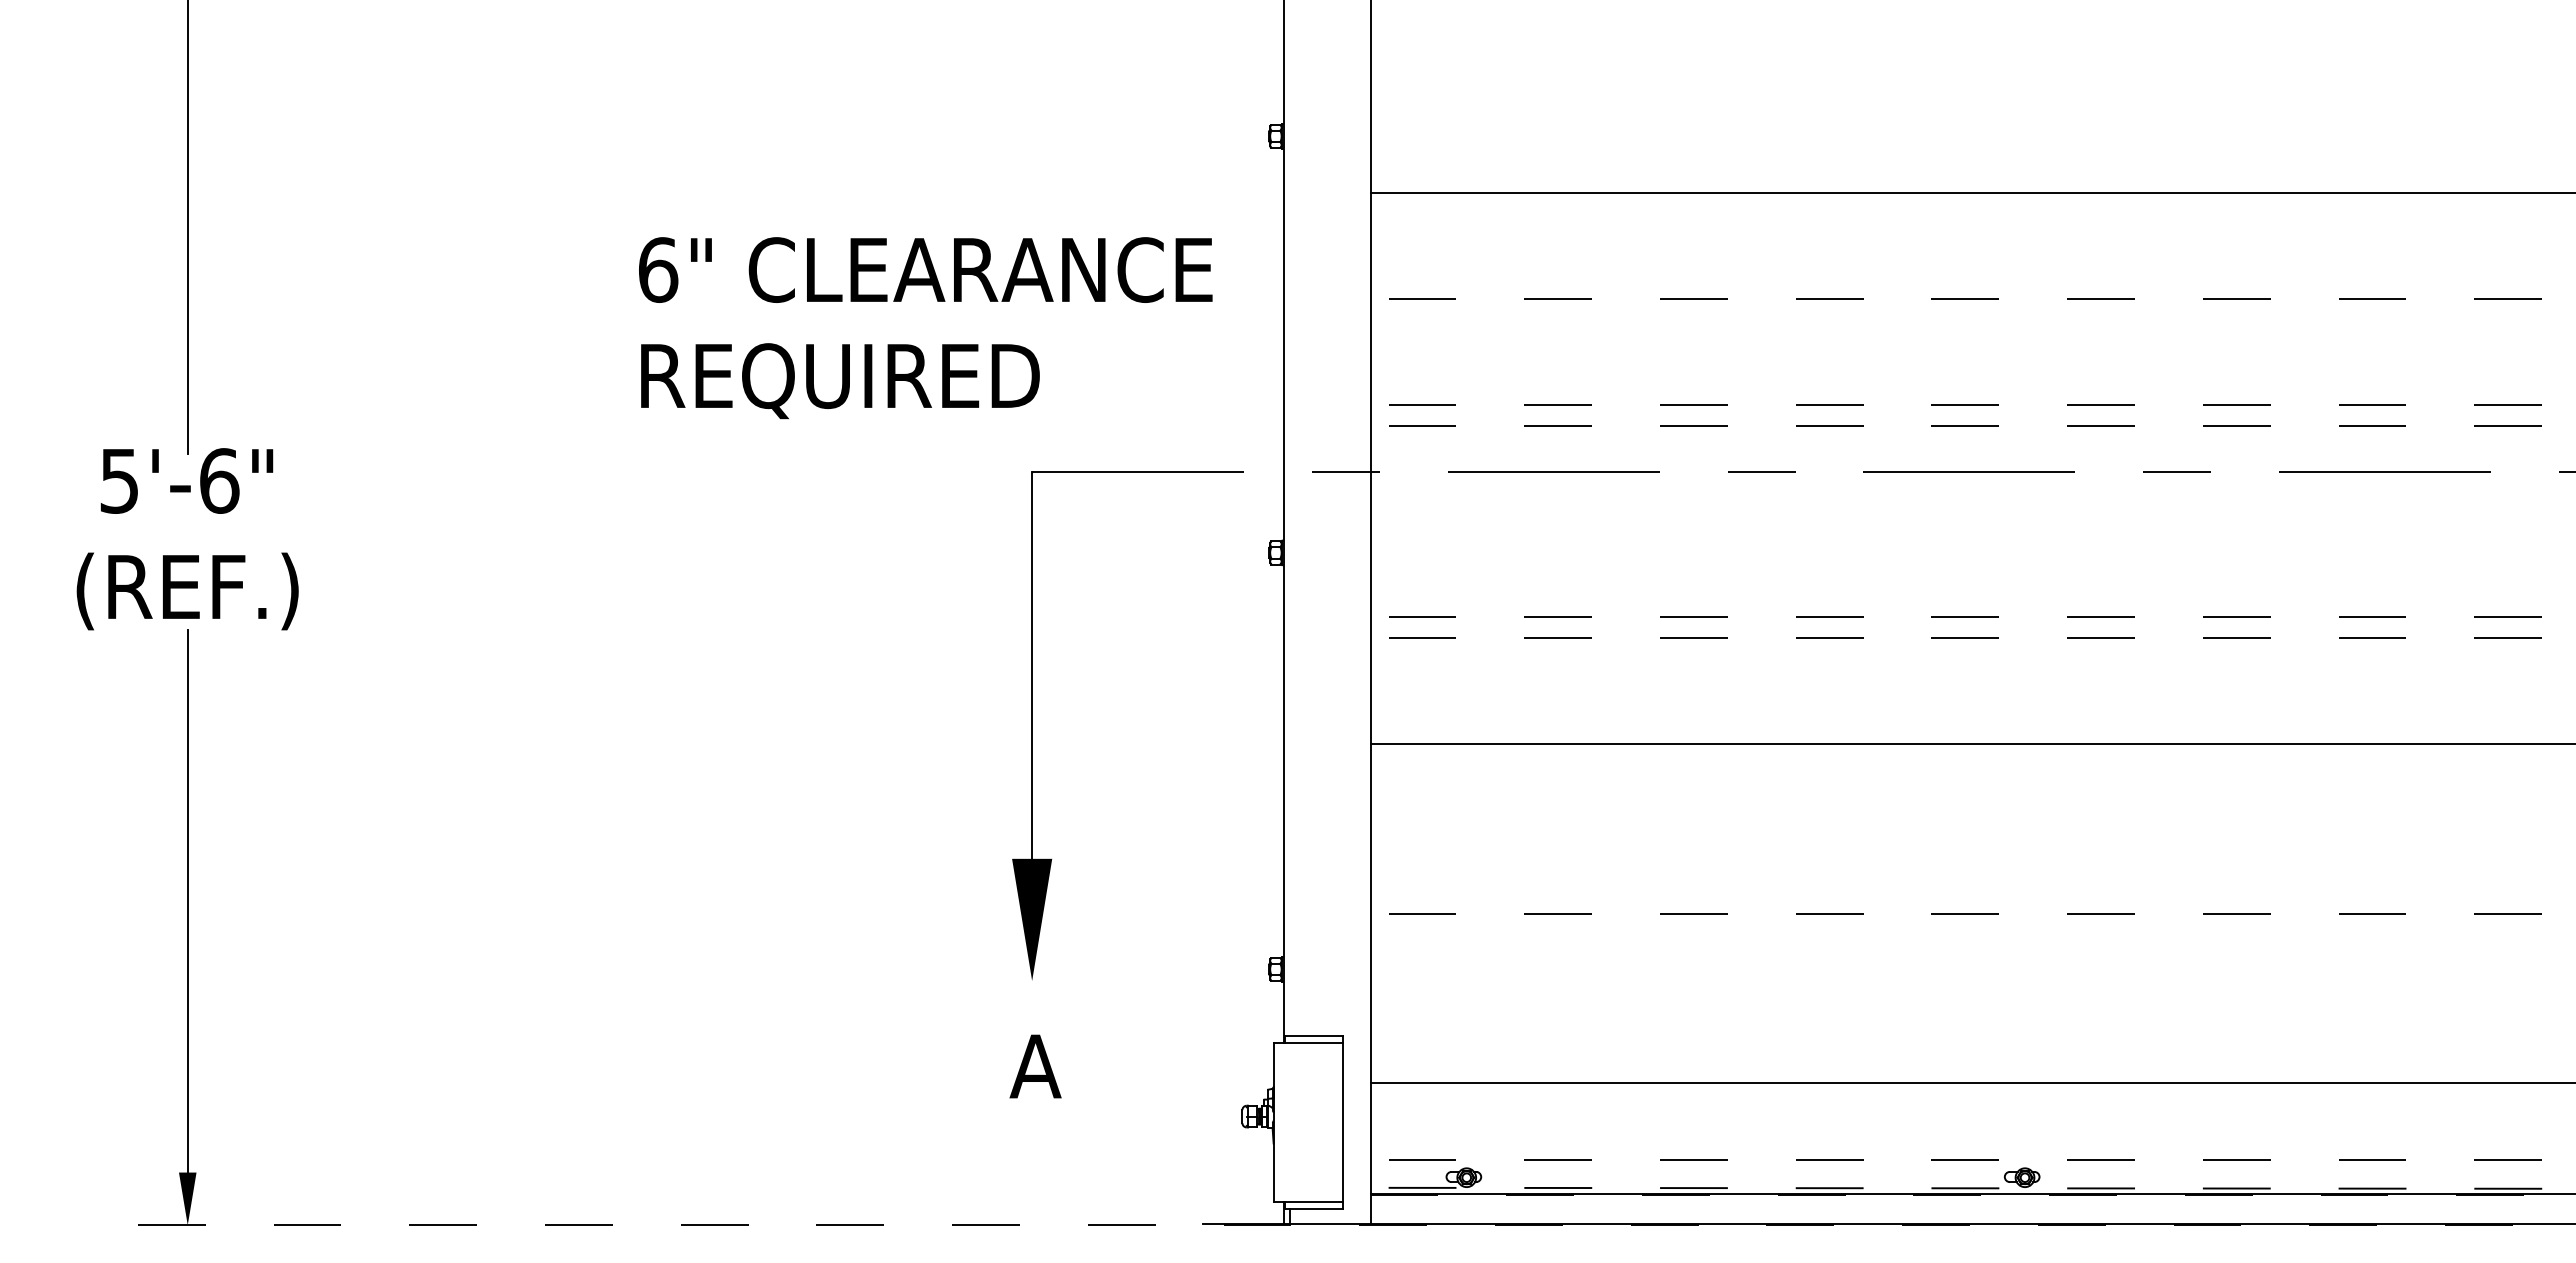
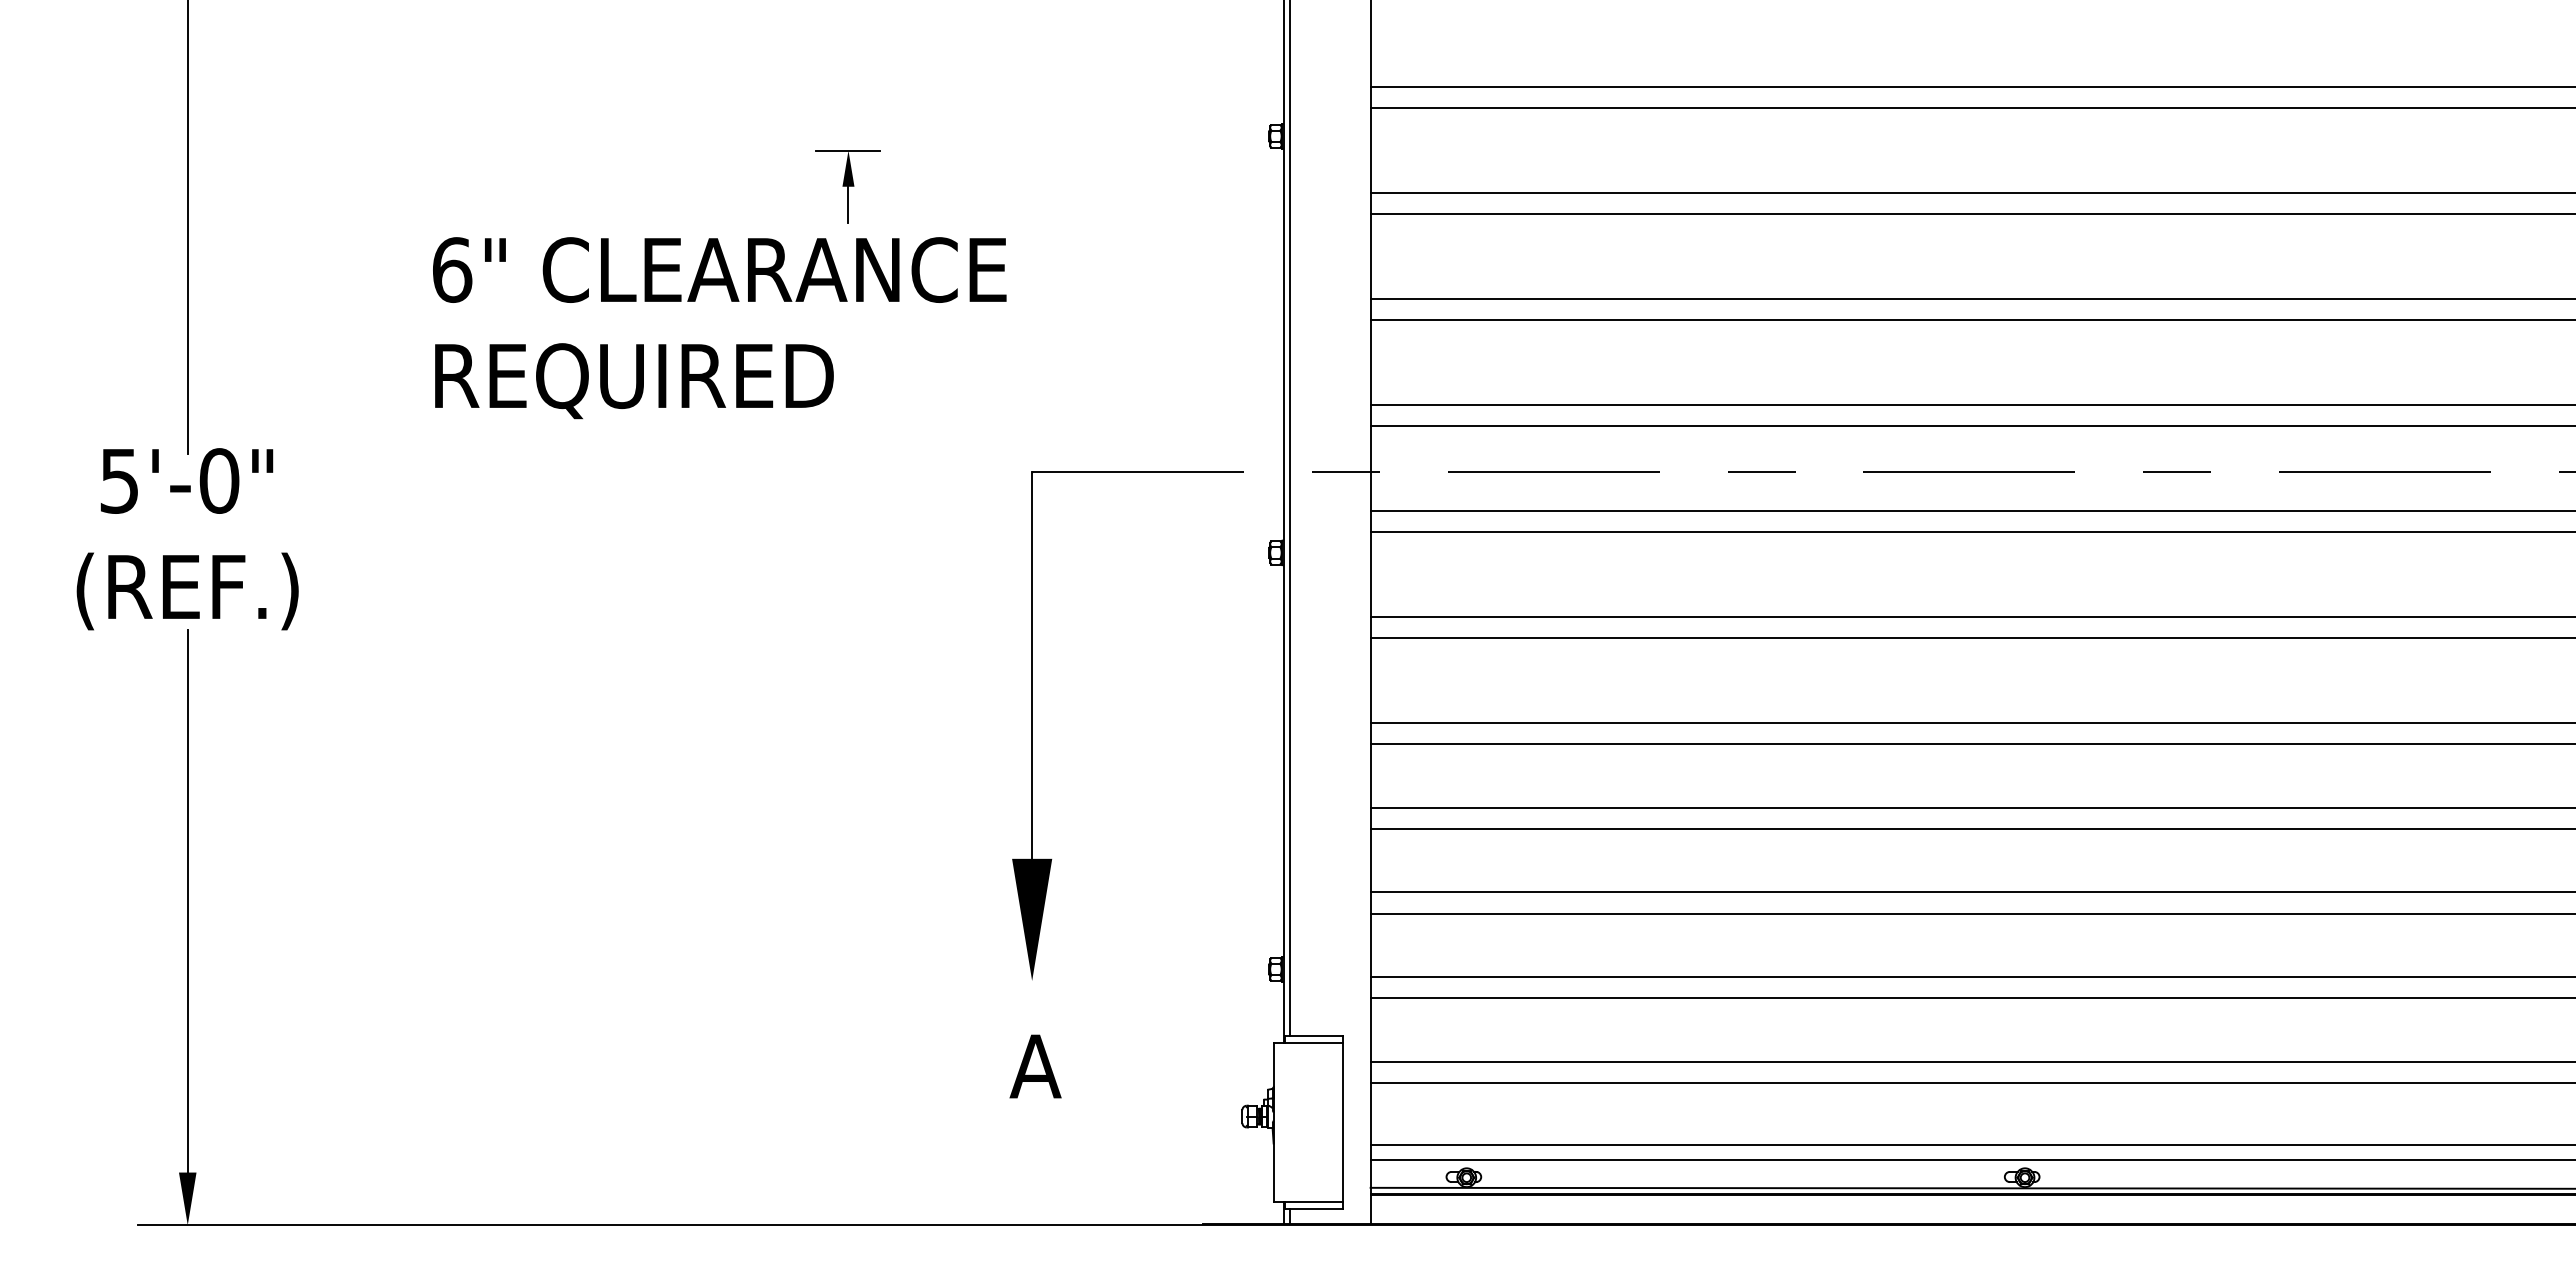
line at (1971, 86): none -> present
line at (1971, 107): none -> present
part at (847, 186): none -> present
line at (1971, 213): none -> present
line at (1972, 298): dashed -> solid
line at (1971, 319): none -> present
text at (925, 328) position: (925, 328) -> (719, 328)
line at (1972, 404): dashed -> solid
line at (1972, 425): dashed -> solid
text at (219, 480): 5'-6" -> 5'-0"
line at (1971, 510): none -> present
line at (1289, 518): none -> present
line at (1971, 531): none -> present
line at (1972, 616): dashed -> solid
line at (1972, 637): dashed -> solid
line at (1971, 722): none -> present
line at (1971, 807): none -> present
line at (1971, 828): none -> present
line at (1971, 892): none -> present
line at (1972, 913): dashed -> solid
line at (1971, 977): none -> present
line at (1971, 998): none -> present
line at (1971, 1062): none -> present
line at (1971, 1145): none -> present
line at (1972, 1159): dashed -> solid
line at (1972, 1188): dashed -> solid
line at (1973, 1195): dashed -> solid
line at (1356, 1225): dashed -> solid
